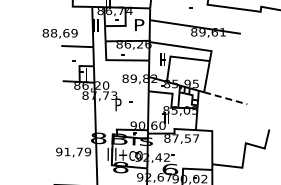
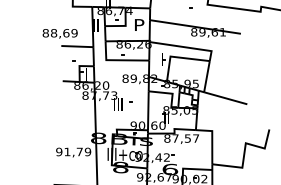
text at (162, 59): II -> I
line at (225, 98): dashed -> solid
text at (118, 104): P -> III
